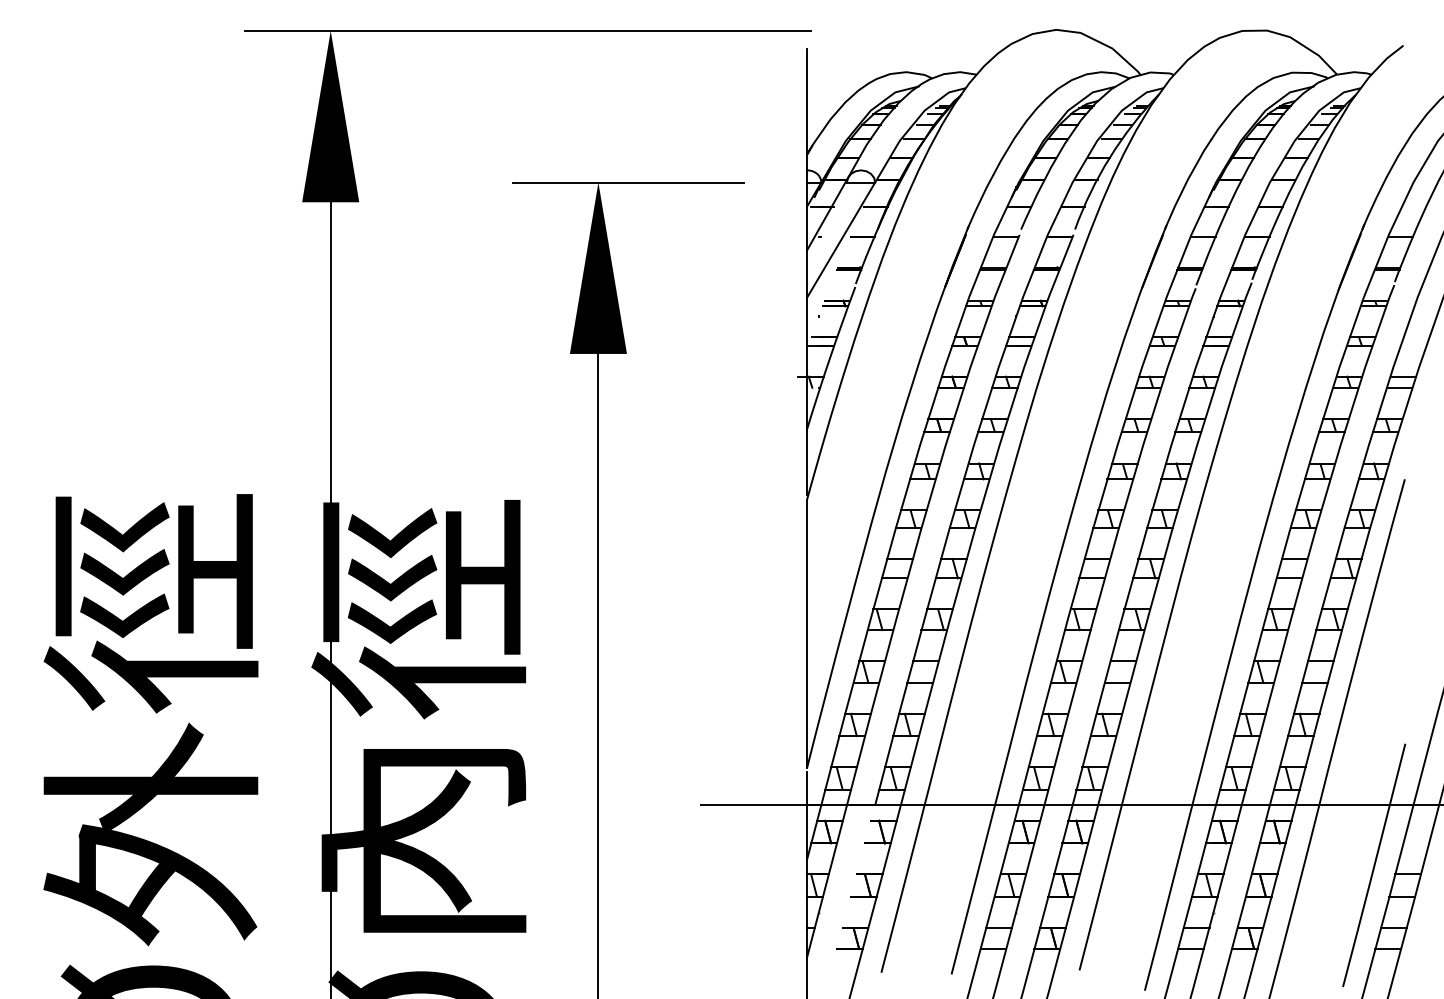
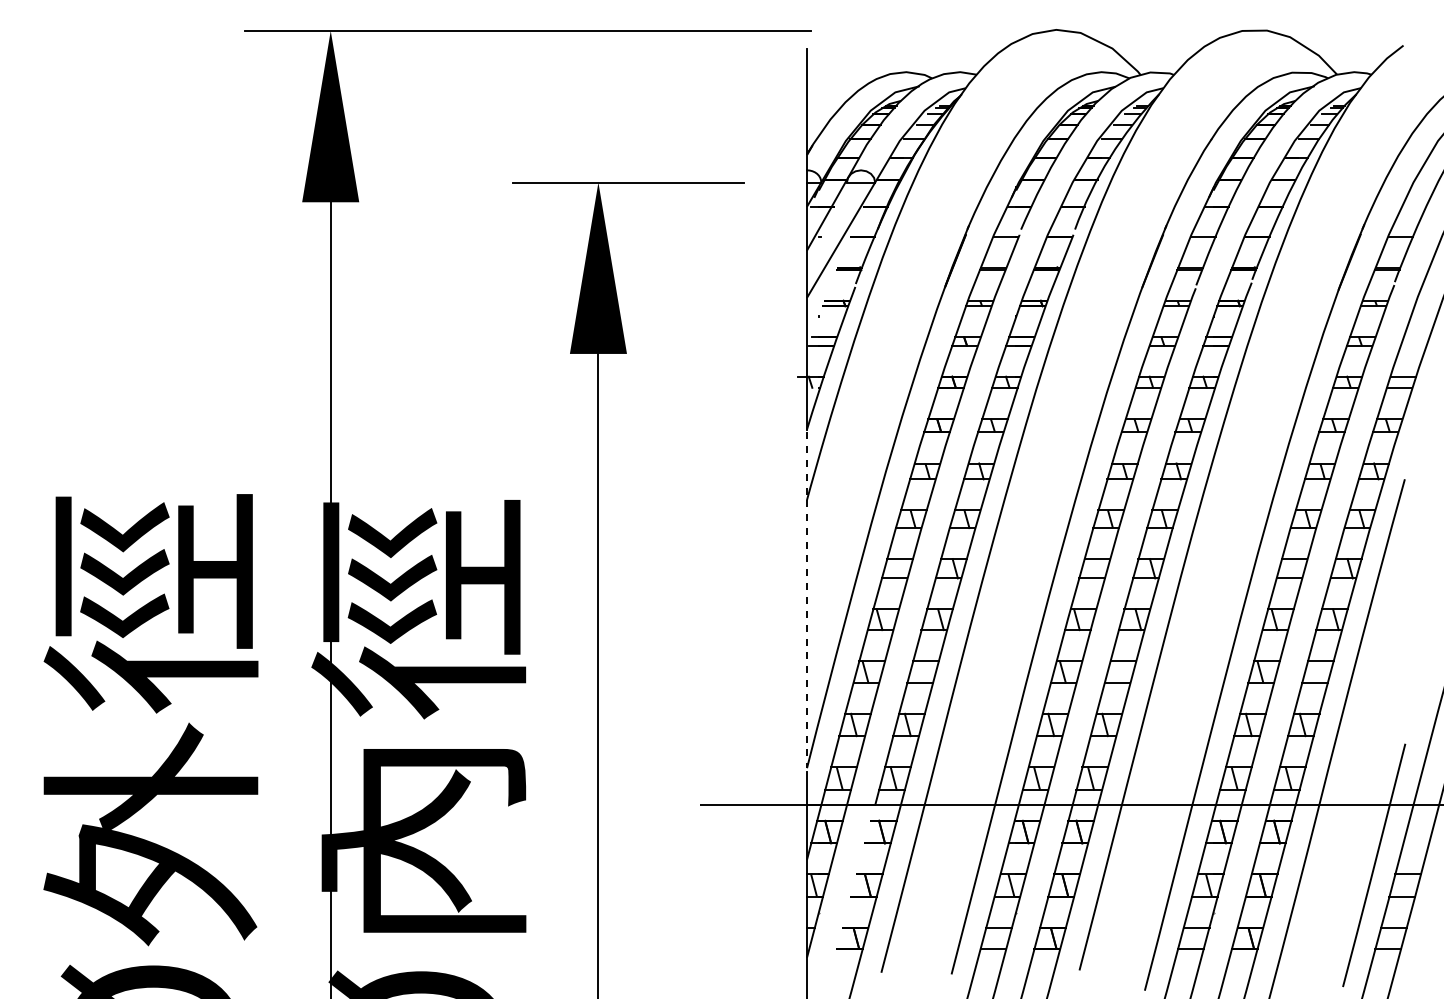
line at (806, 461): solid -> dashed
line at (806, 634): solid -> dashed
